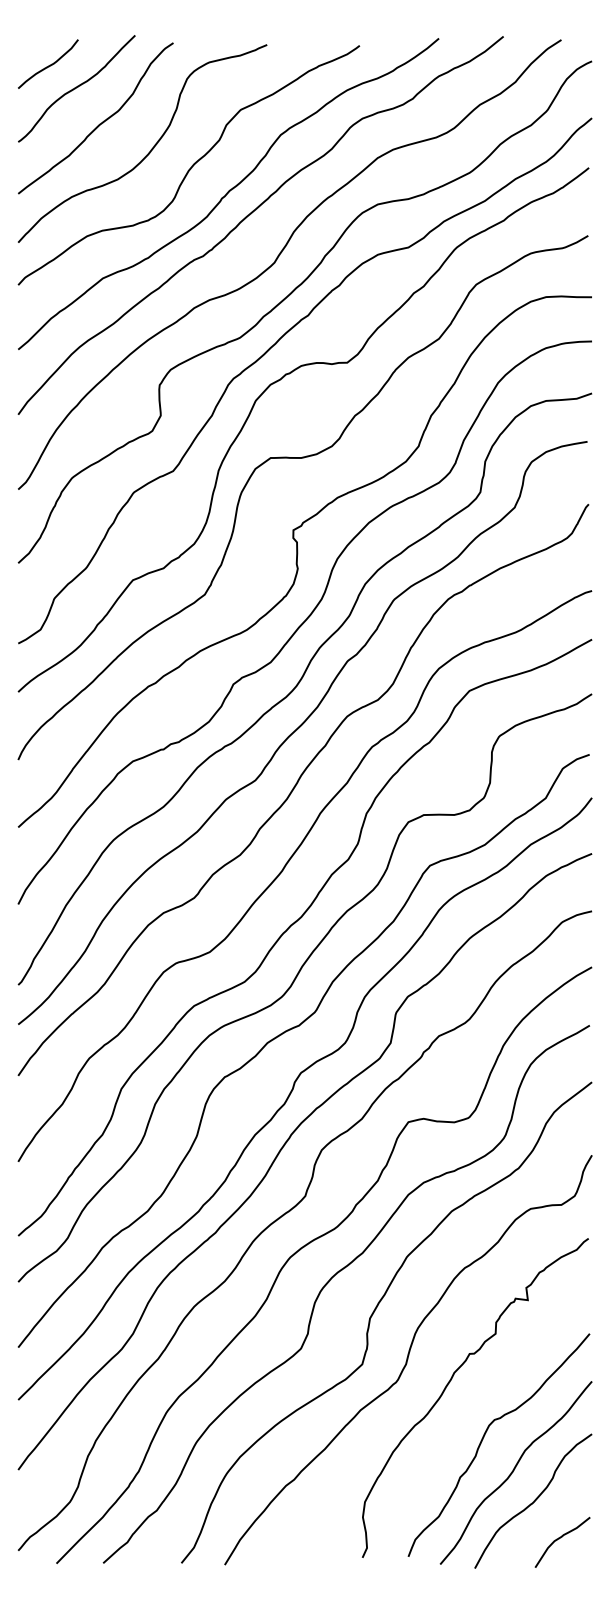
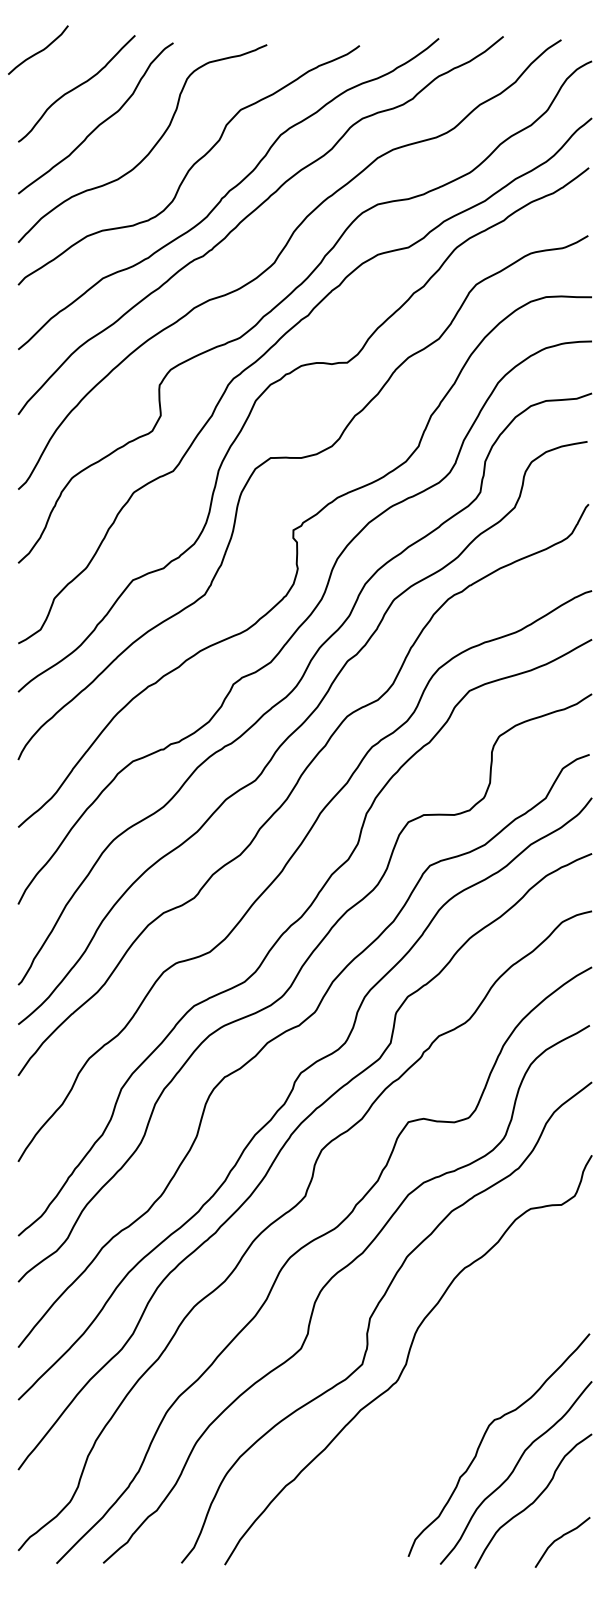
curve at (48, 65) position: (48, 65) -> (38, 51)
curve at (450, 1382): present -> none
